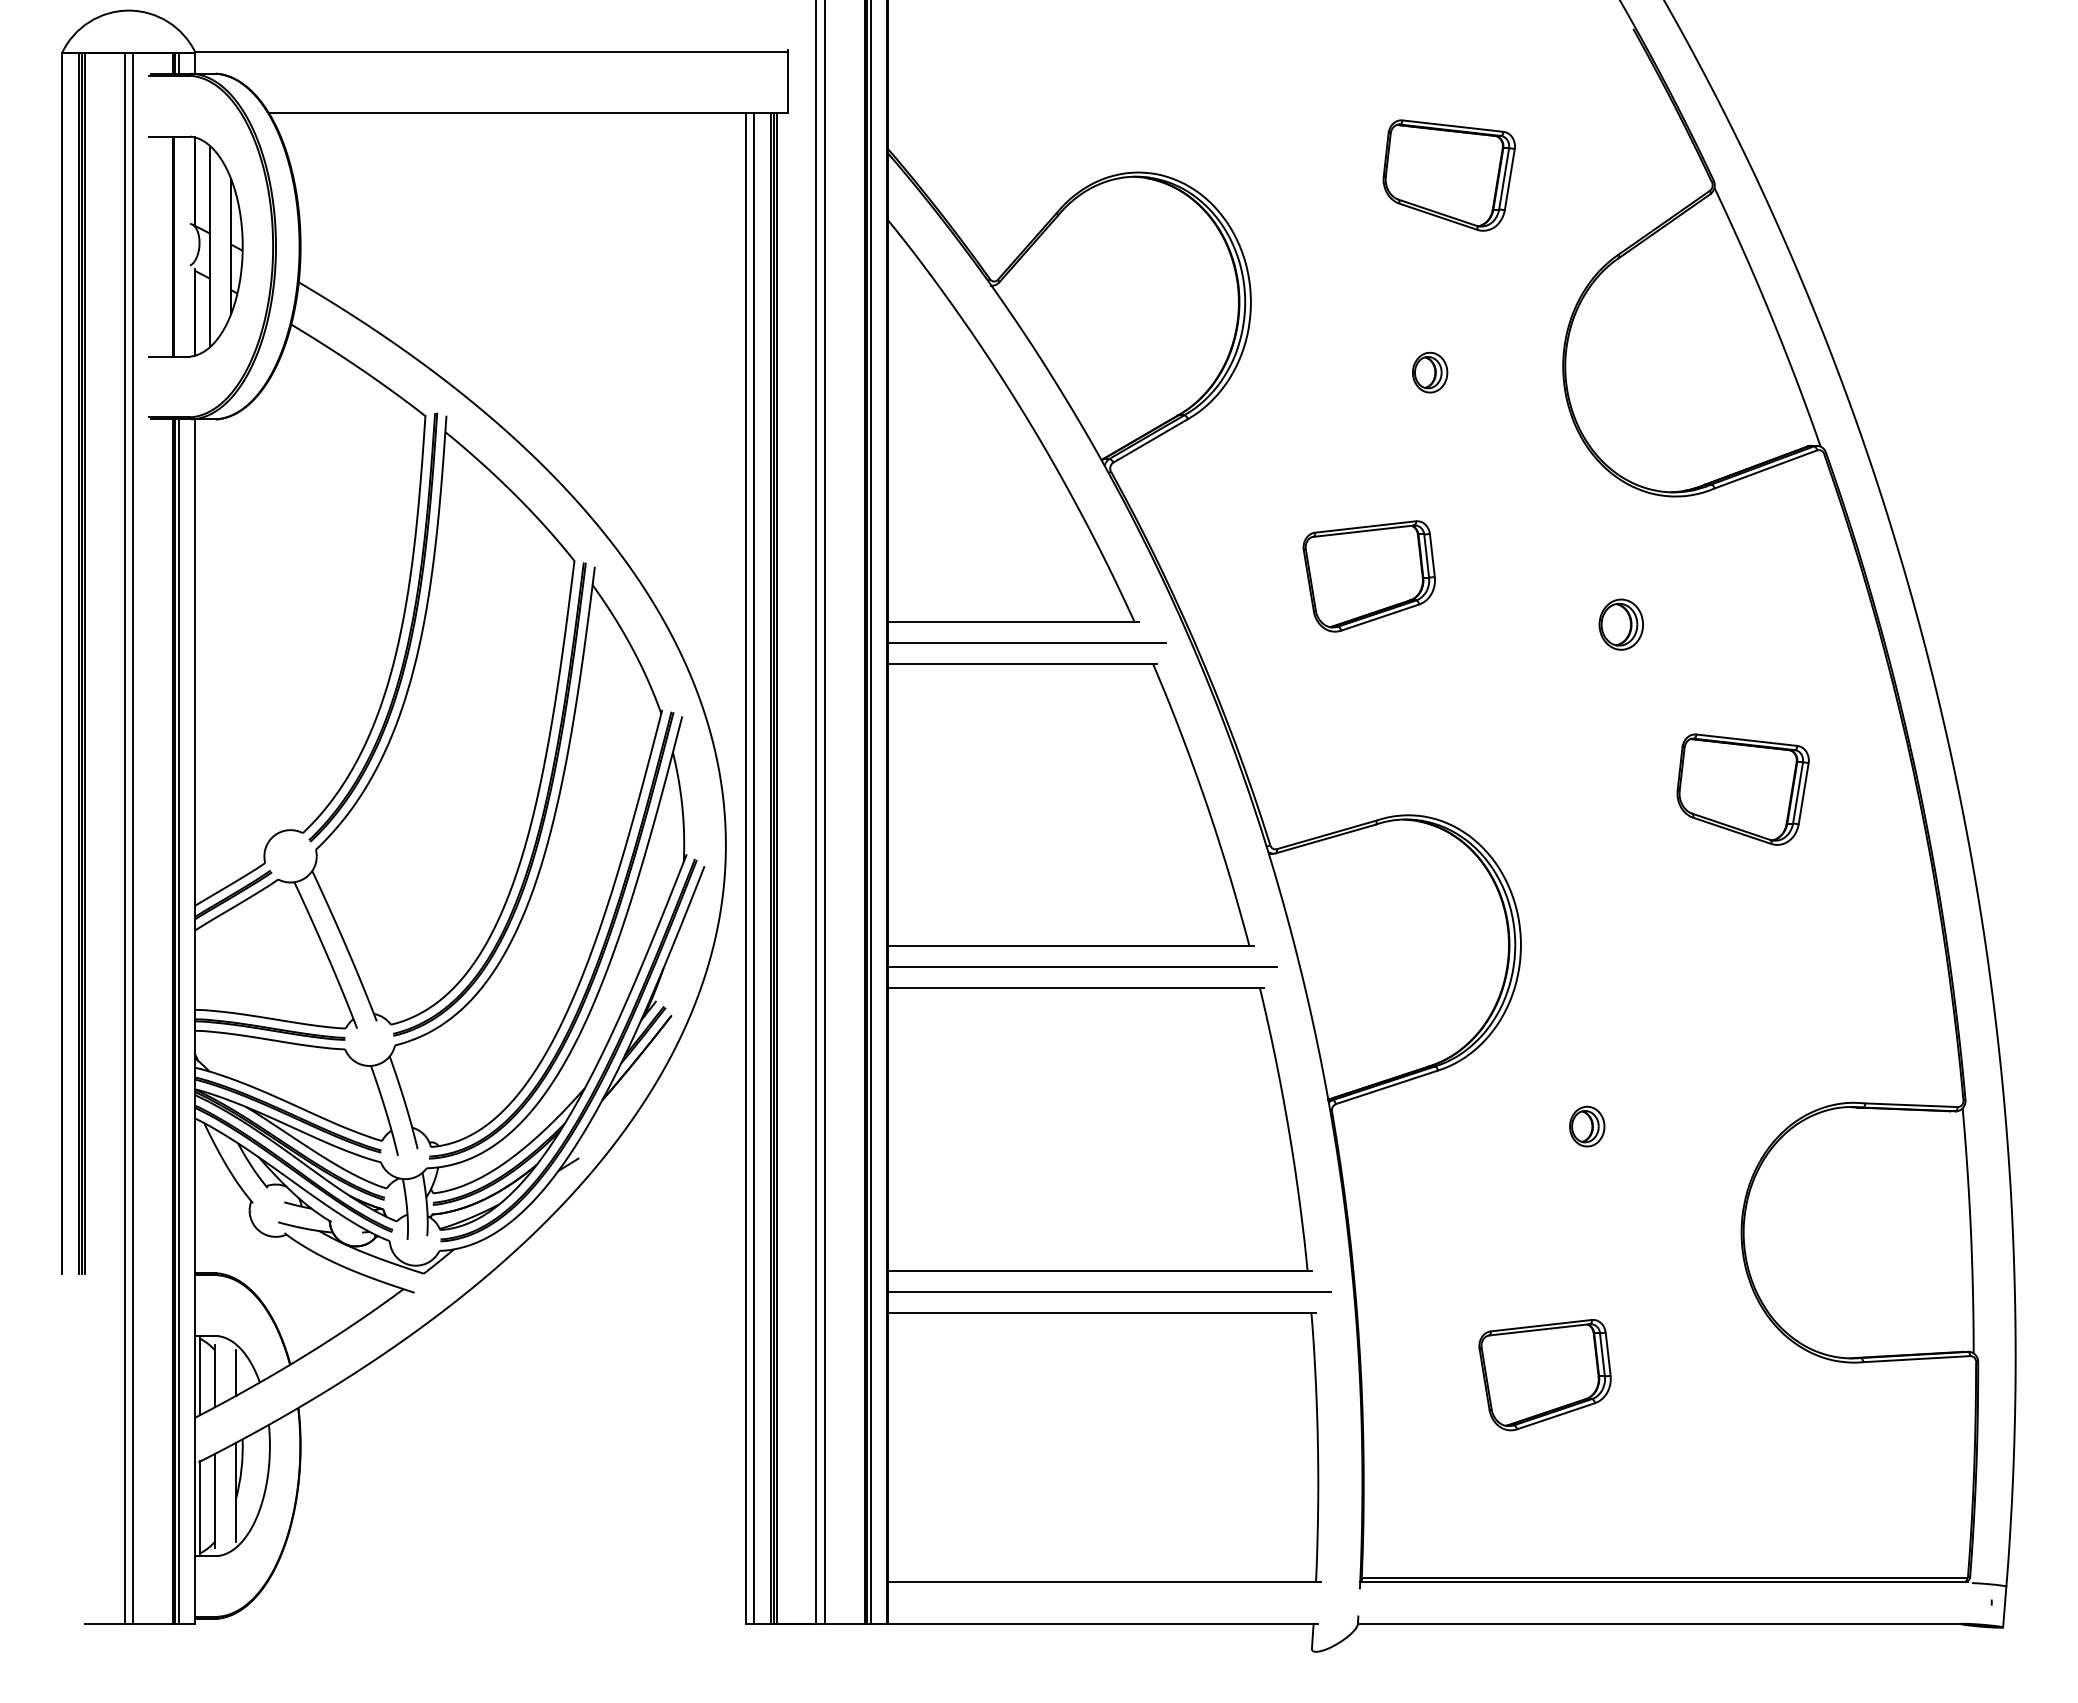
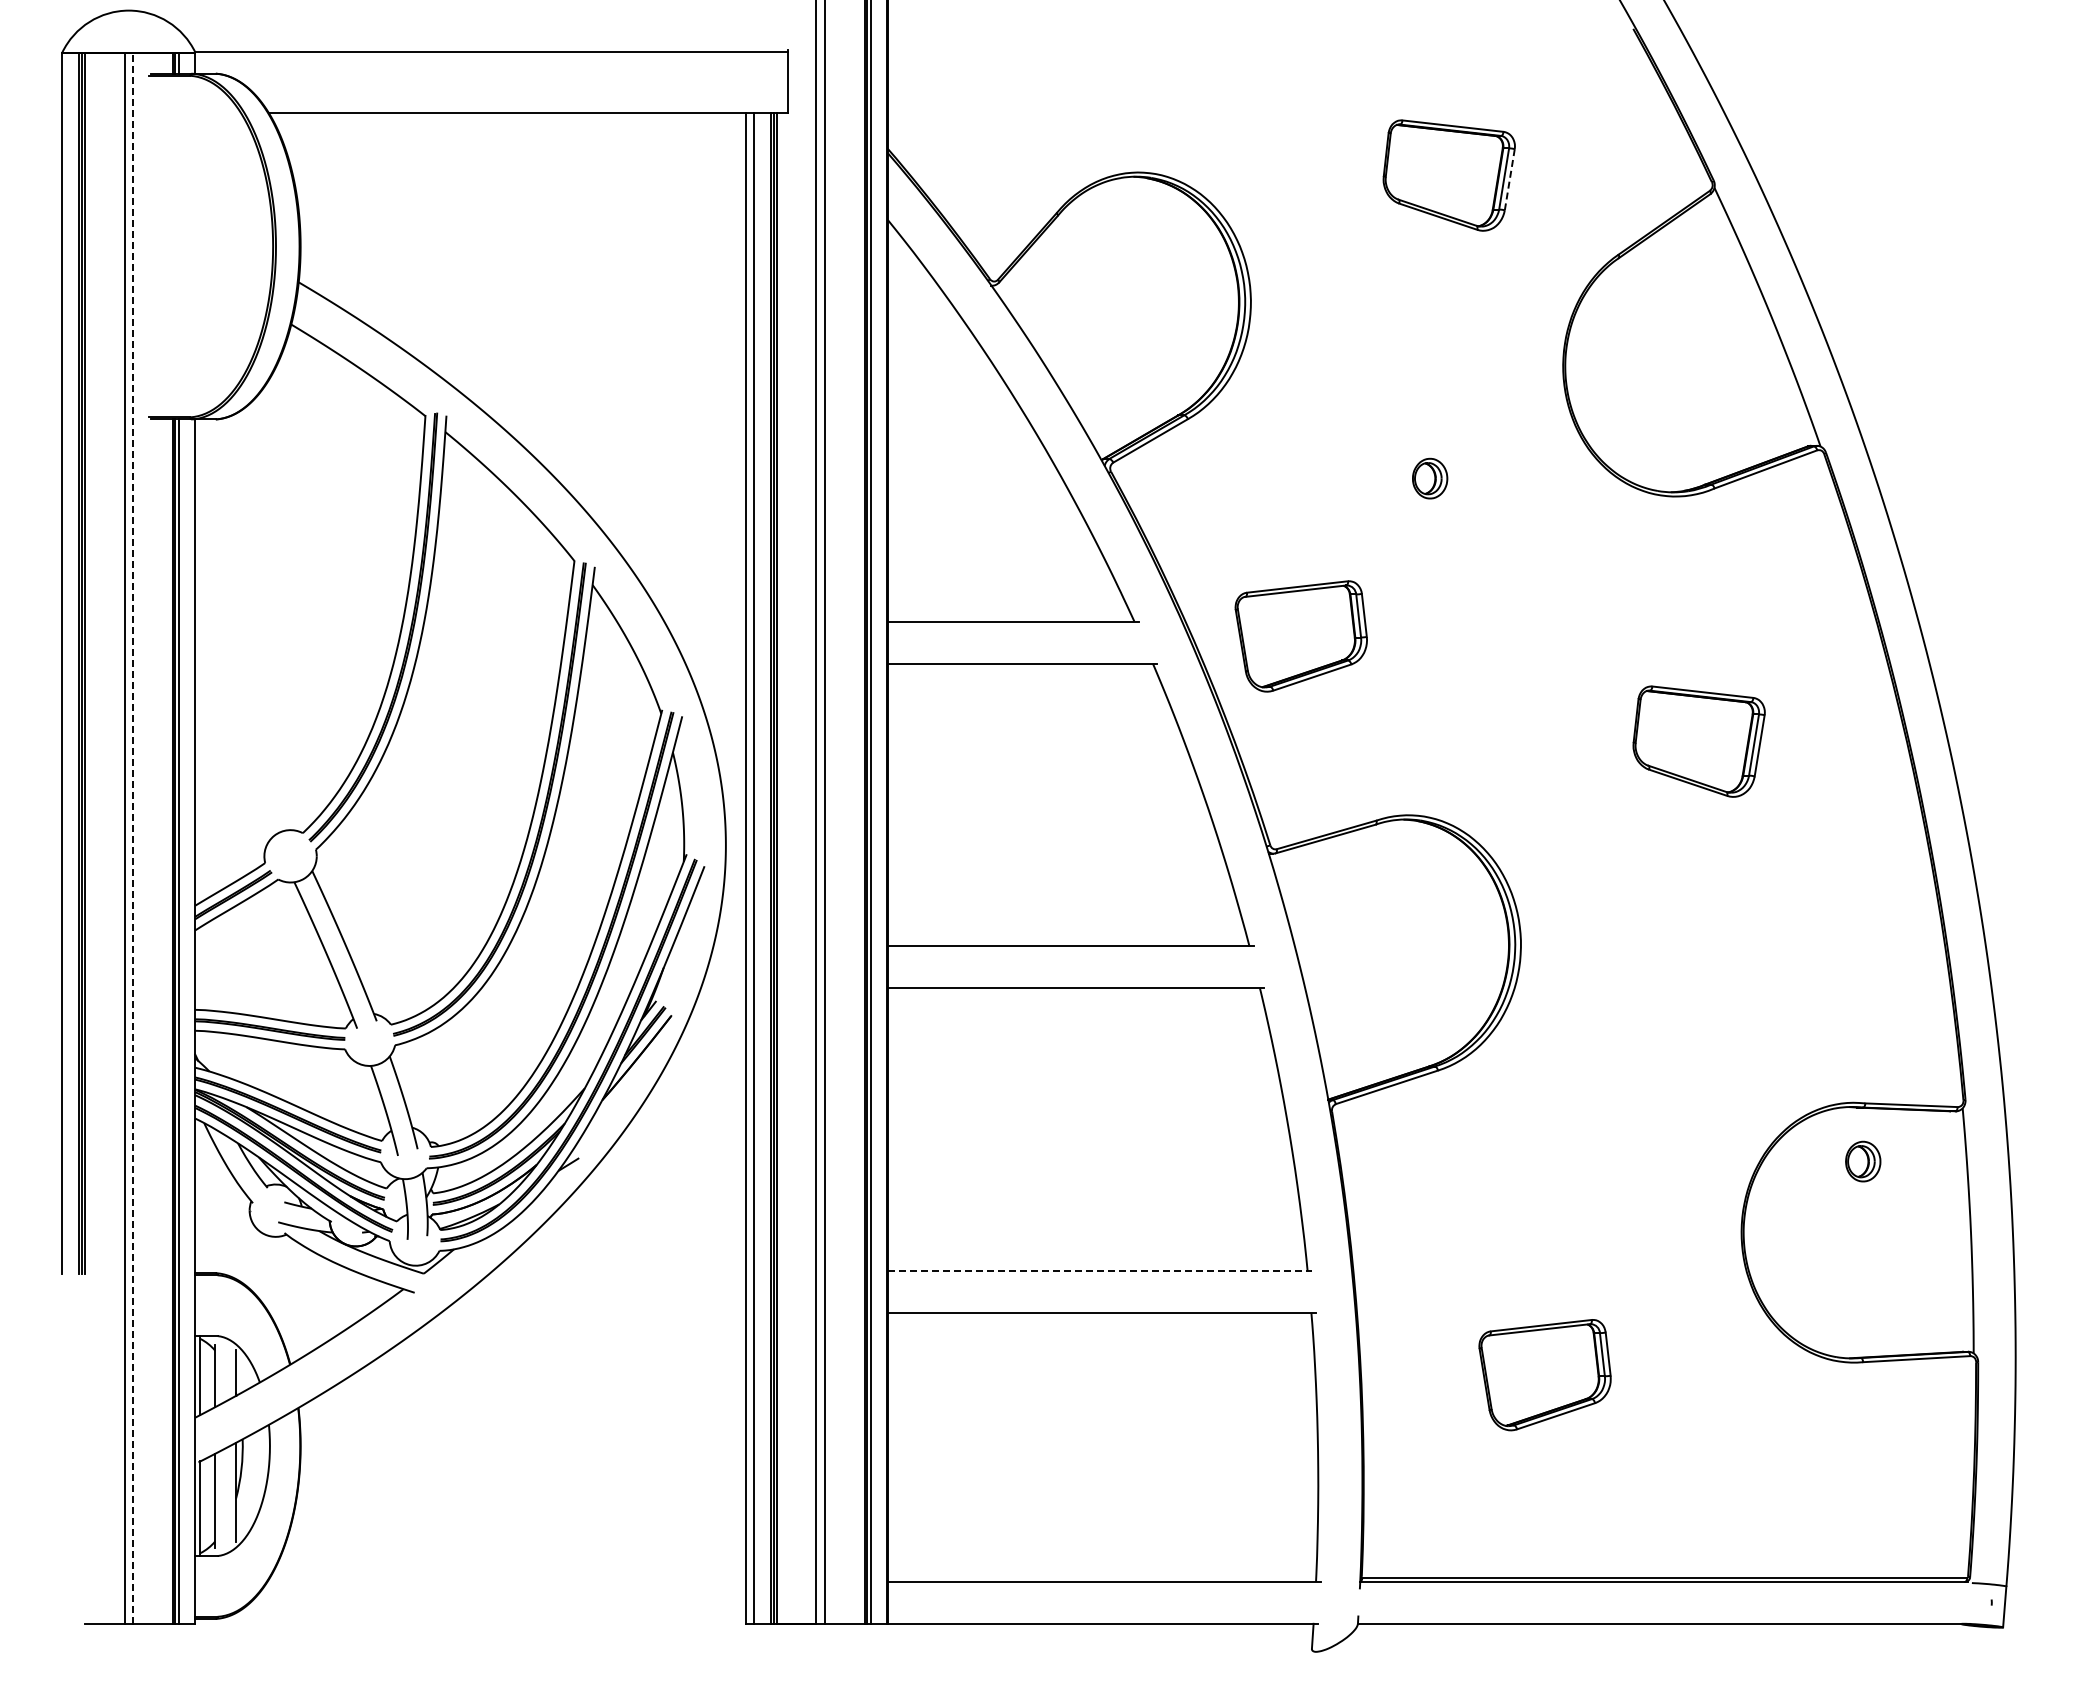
line at (1509, 179): solid -> dashed
part at (195, 246): present -> none
part at (1430, 372) position: (1430, 372) -> (1430, 478)
part at (1368, 576) position: (1368, 576) -> (1300, 636)
part at (1620, 624): present -> none
line at (1026, 642): present -> none
part at (1742, 789) position: (1742, 789) -> (1698, 741)
line at (133, 838): solid -> dashed
line at (1081, 967): present -> none
part at (1587, 1126) position: (1587, 1126) -> (1863, 1161)
line at (1100, 1271): solid -> dashed
line at (1109, 1292): present -> none
